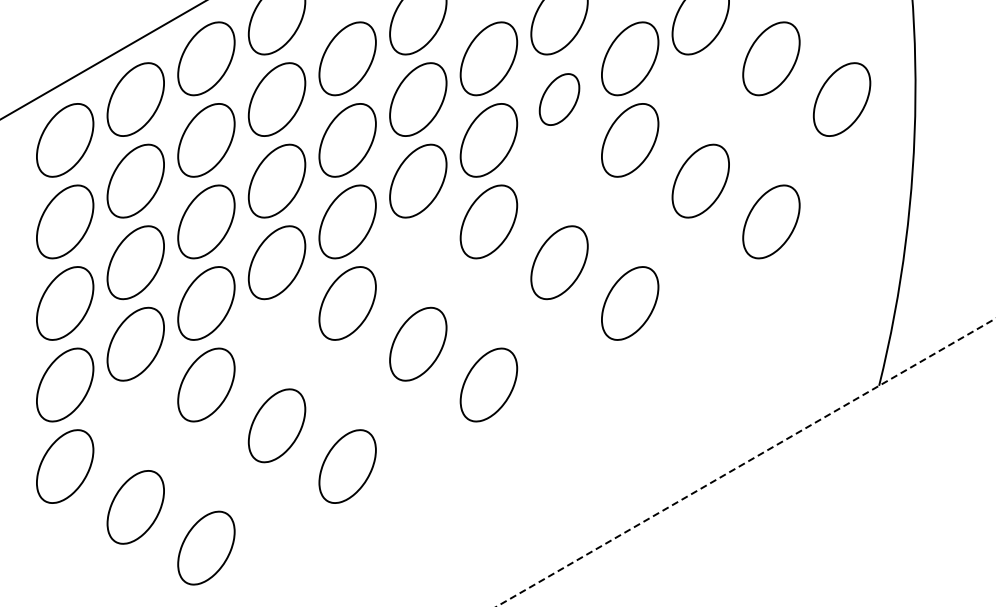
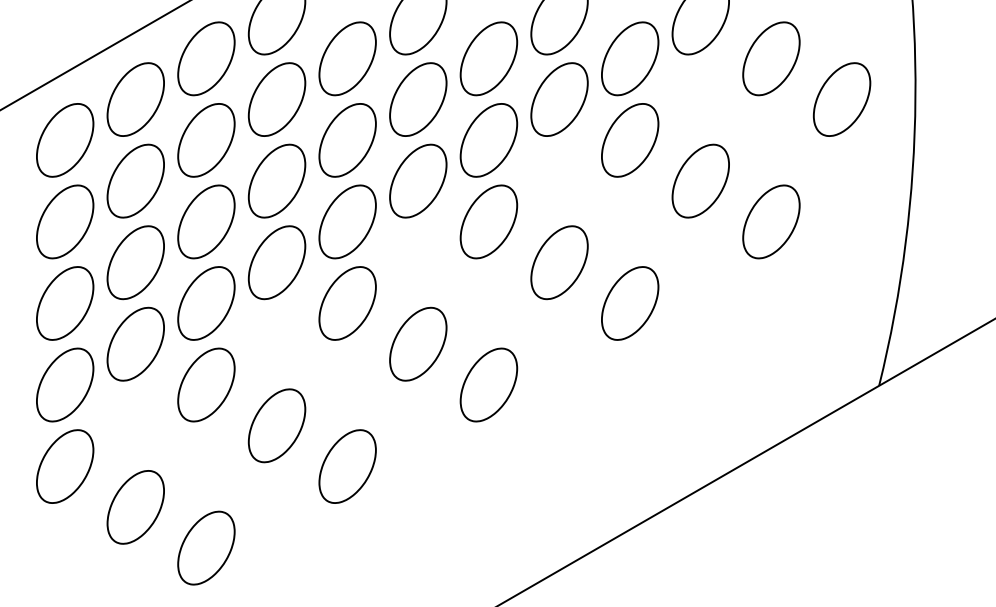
line at (102, 60) position: (102, 60) -> (94, 55)
part at (559, 99) size: 43x53 px -> 59x75 px
line at (746, 462): dashed -> solid
